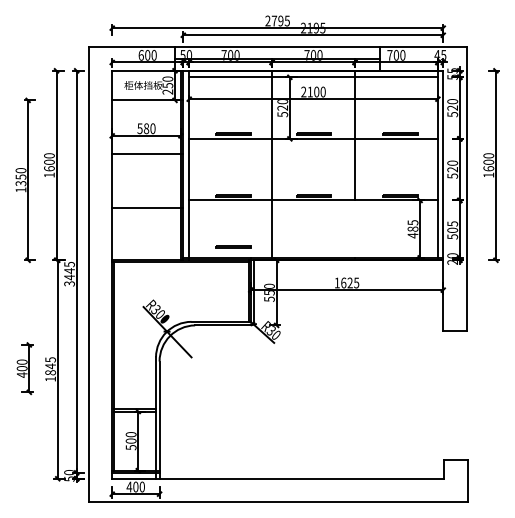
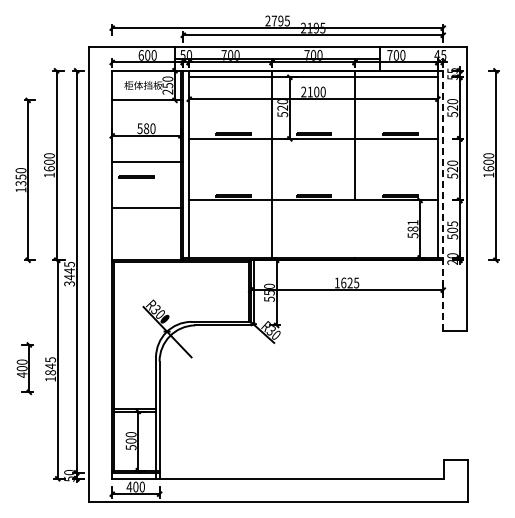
line at (147, 154) position: (147, 154) -> (147, 162)
line at (443, 201): solid -> dashed
text at (412, 229): 485 -> 581
line at (233, 246) position: (233, 246) -> (136, 176)
